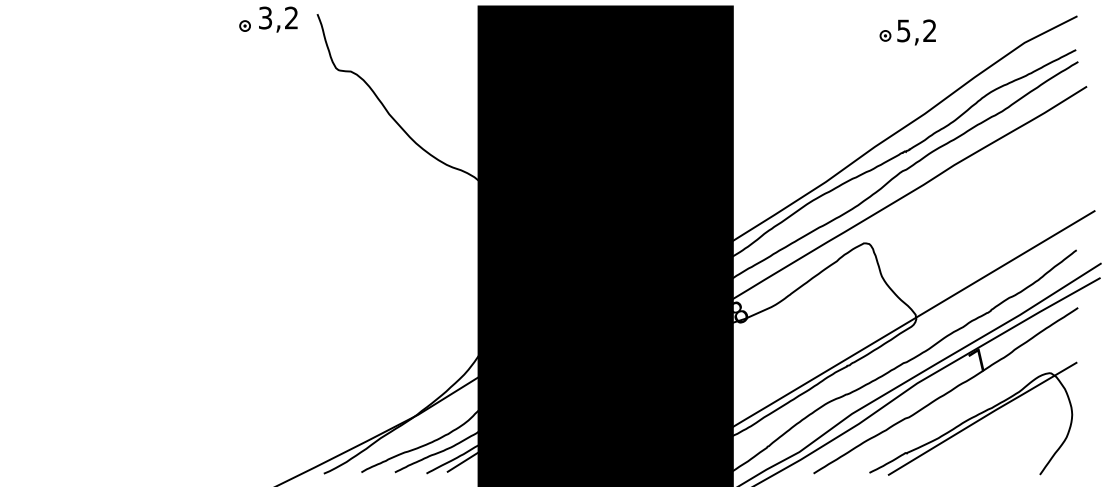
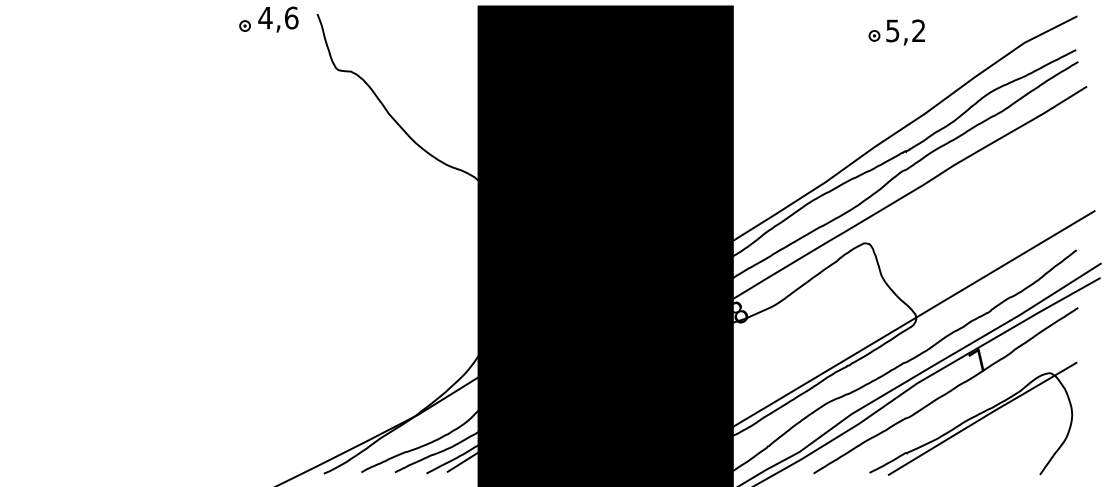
text at (278, 17): 3,2 -> 4,6
part at (907, 32) position: (907, 32) -> (896, 32)
